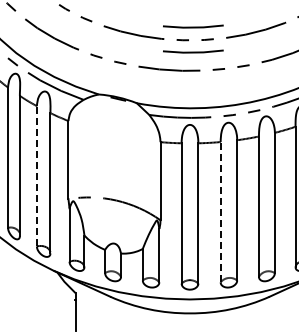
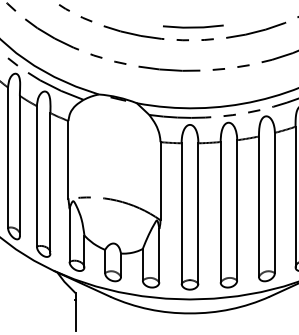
line at (193, 51): present -> none
line at (36, 175): dashed -> solid
line at (220, 211): dashed -> solid
